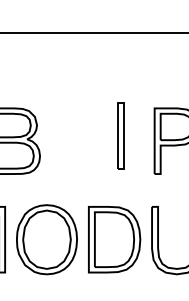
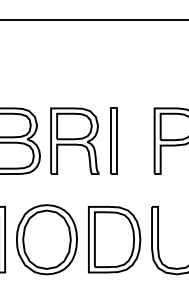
line at (93, 33) position: (93, 33) -> (93, 20)
part at (120, 135) position: (120, 135) -> (113, 140)
part at (74, 140): none -> present
